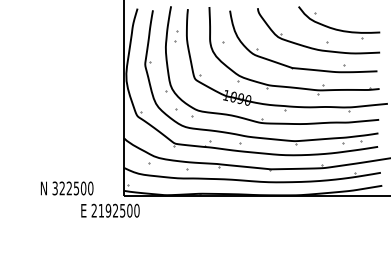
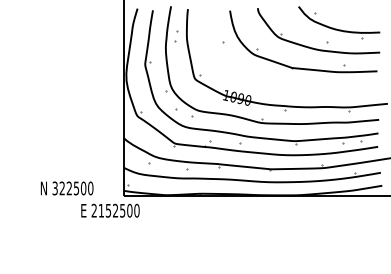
part at (293, 86): present -> none
text at (108, 210): 2192500 -> 2152500
